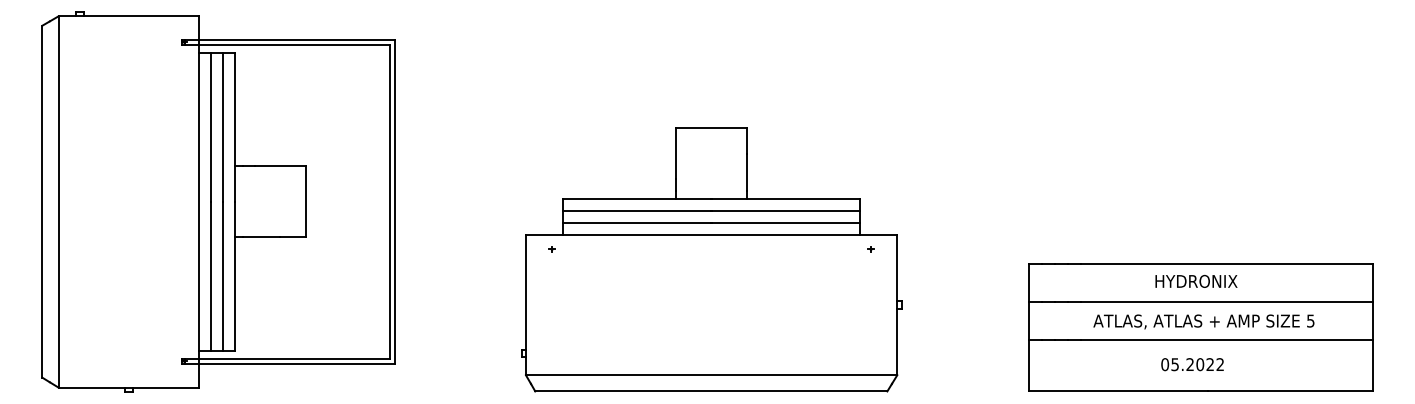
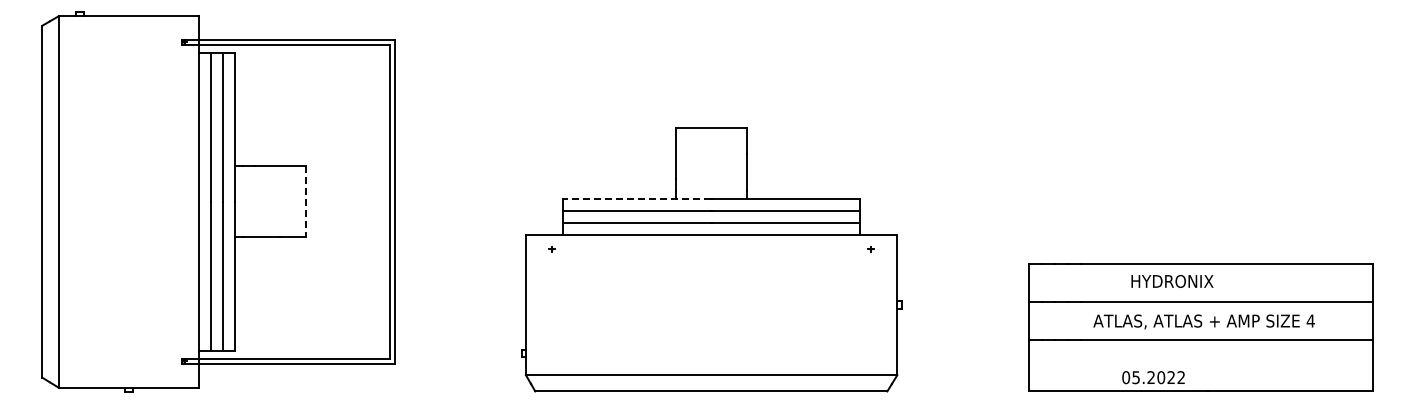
line at (636, 199): solid -> dashed
line at (305, 202): solid -> dashed
text at (1196, 280) position: (1196, 280) -> (1172, 280)
text at (1310, 320): 5 -> 4
text at (1192, 364) position: (1192, 364) -> (1153, 377)
